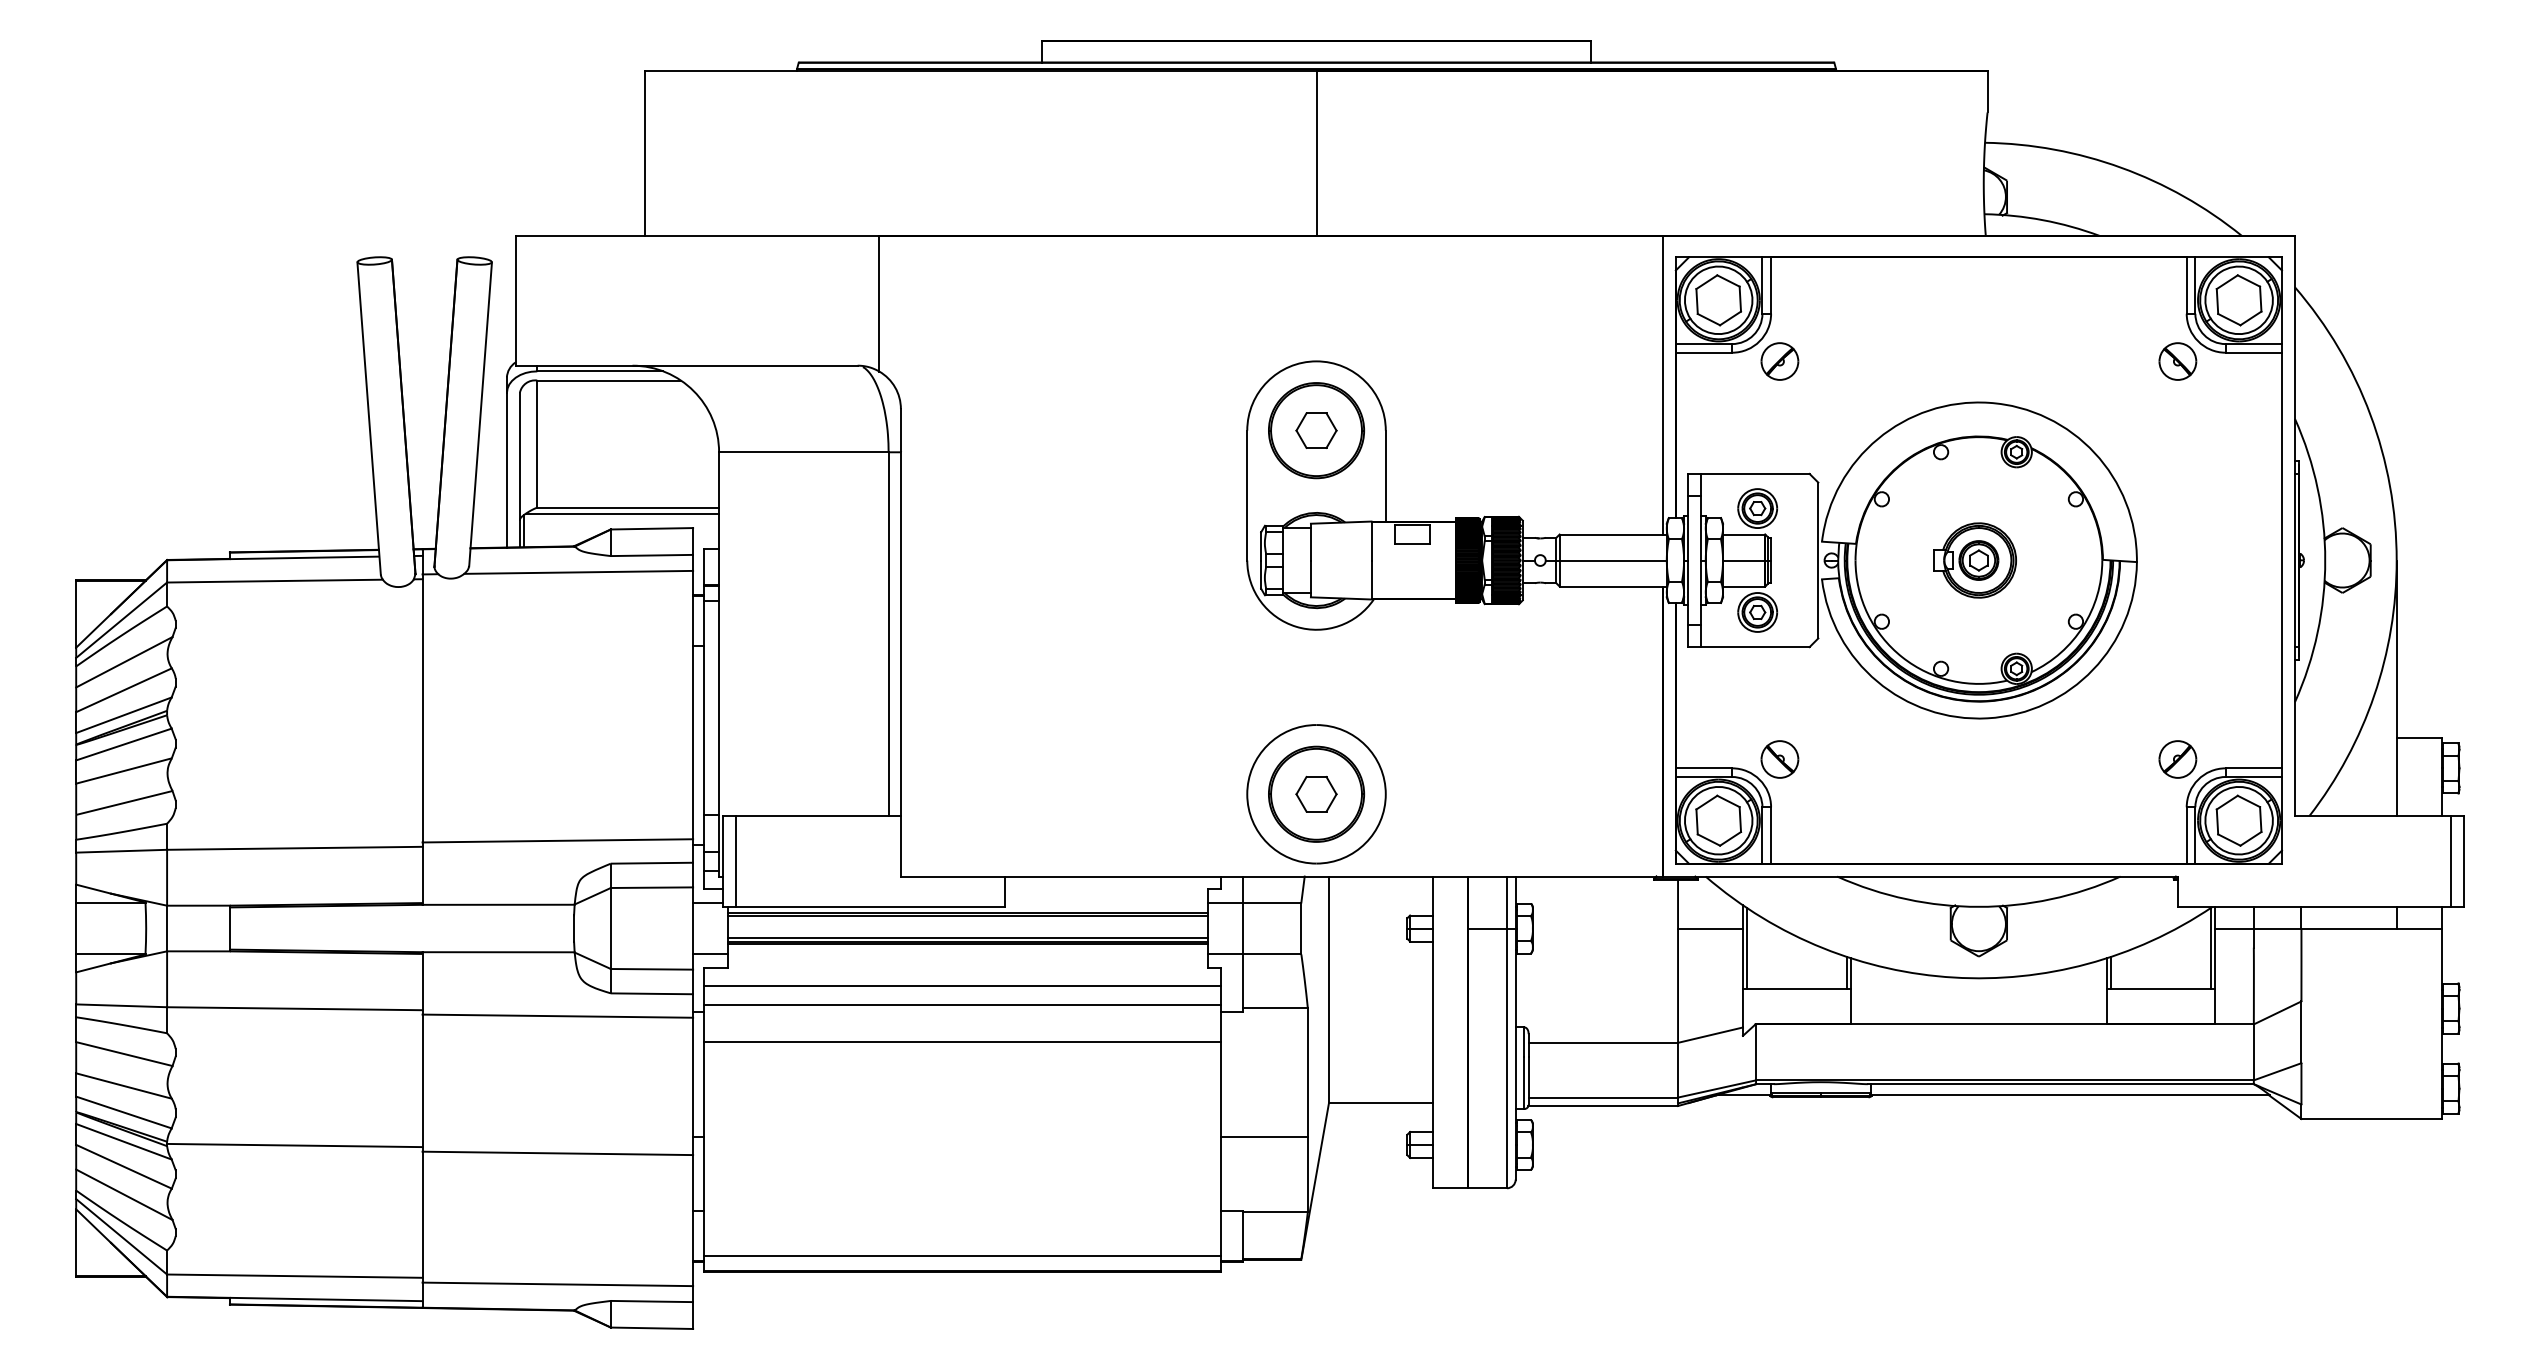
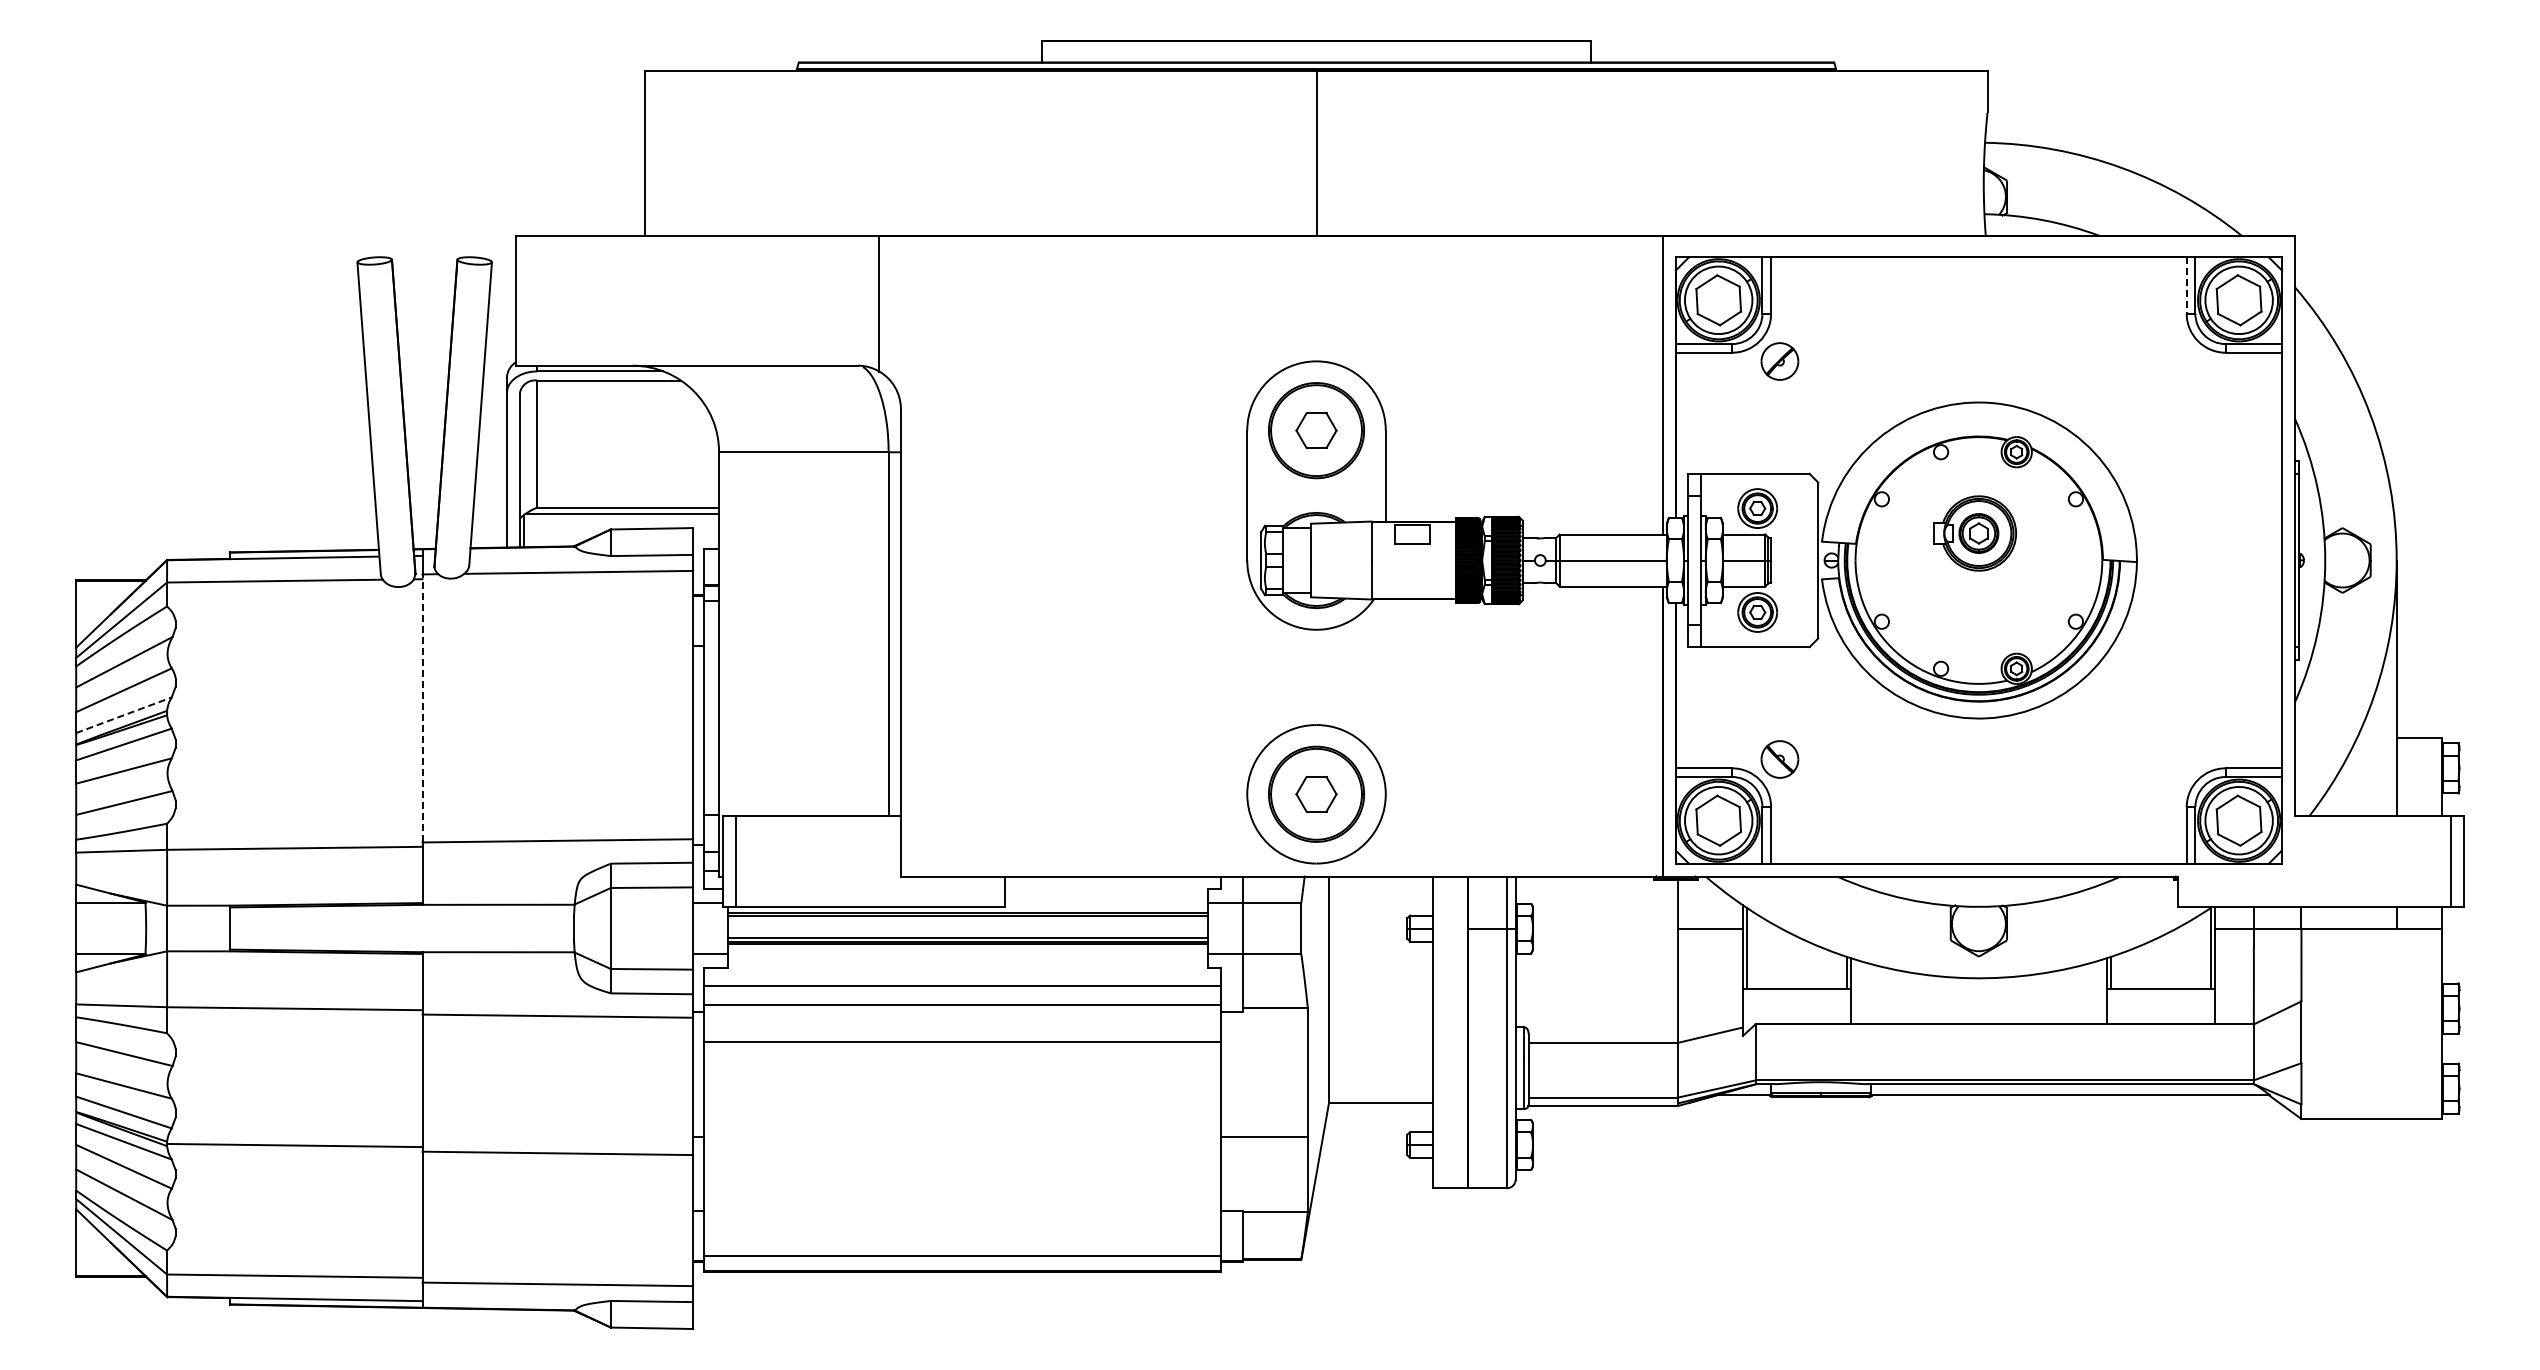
line at (2186, 286): solid -> dashed
part at (2177, 361): present -> none
part at (1974, 560) position: (1974, 560) -> (1974, 533)
line at (422, 707): solid -> dashed
line at (123, 715): solid -> dashed
part at (2177, 759): present -> none
